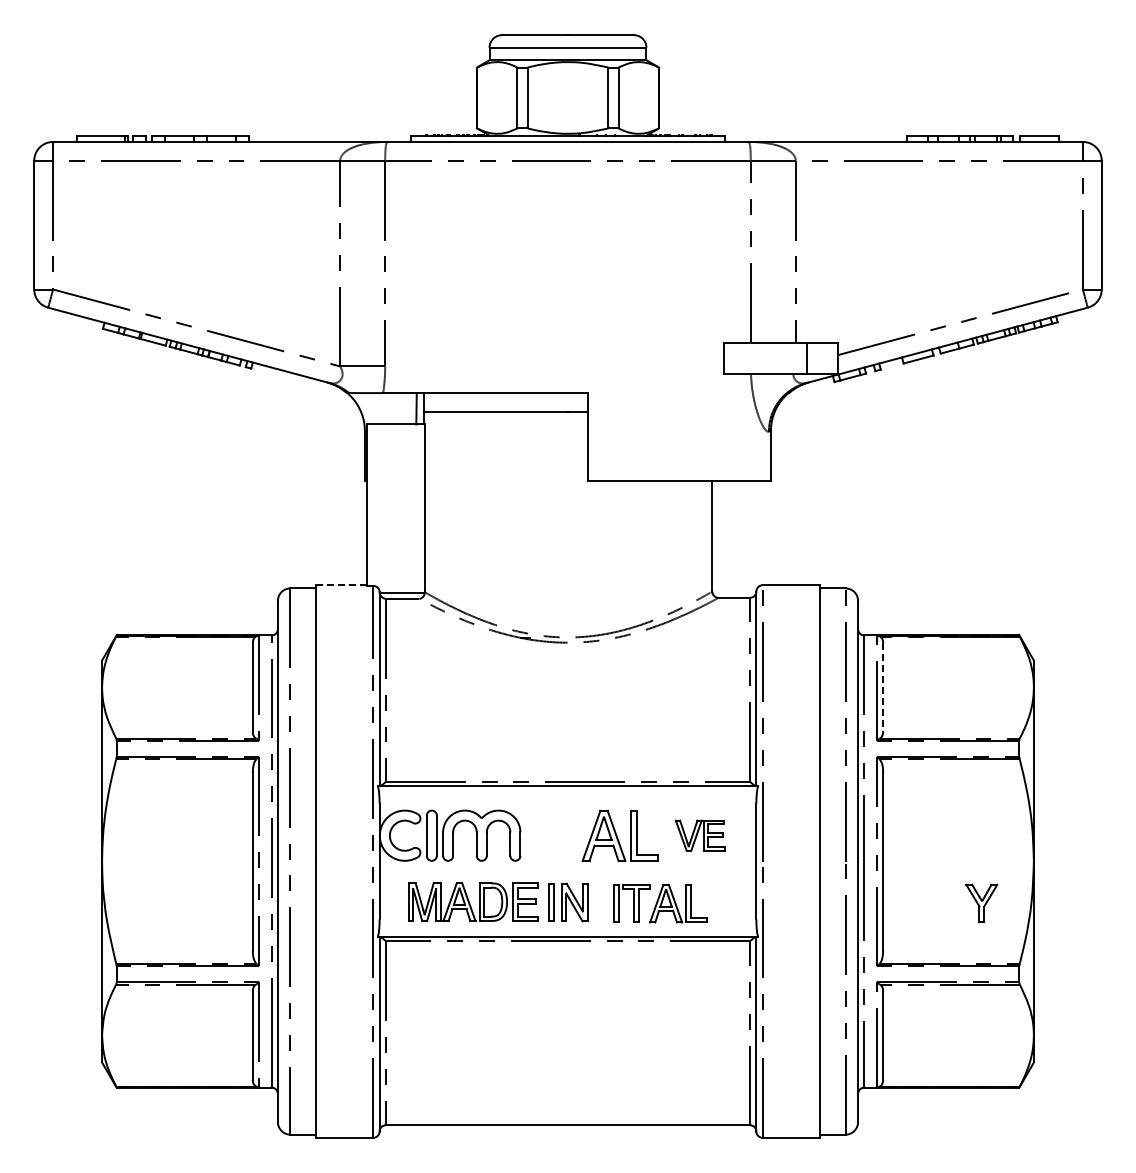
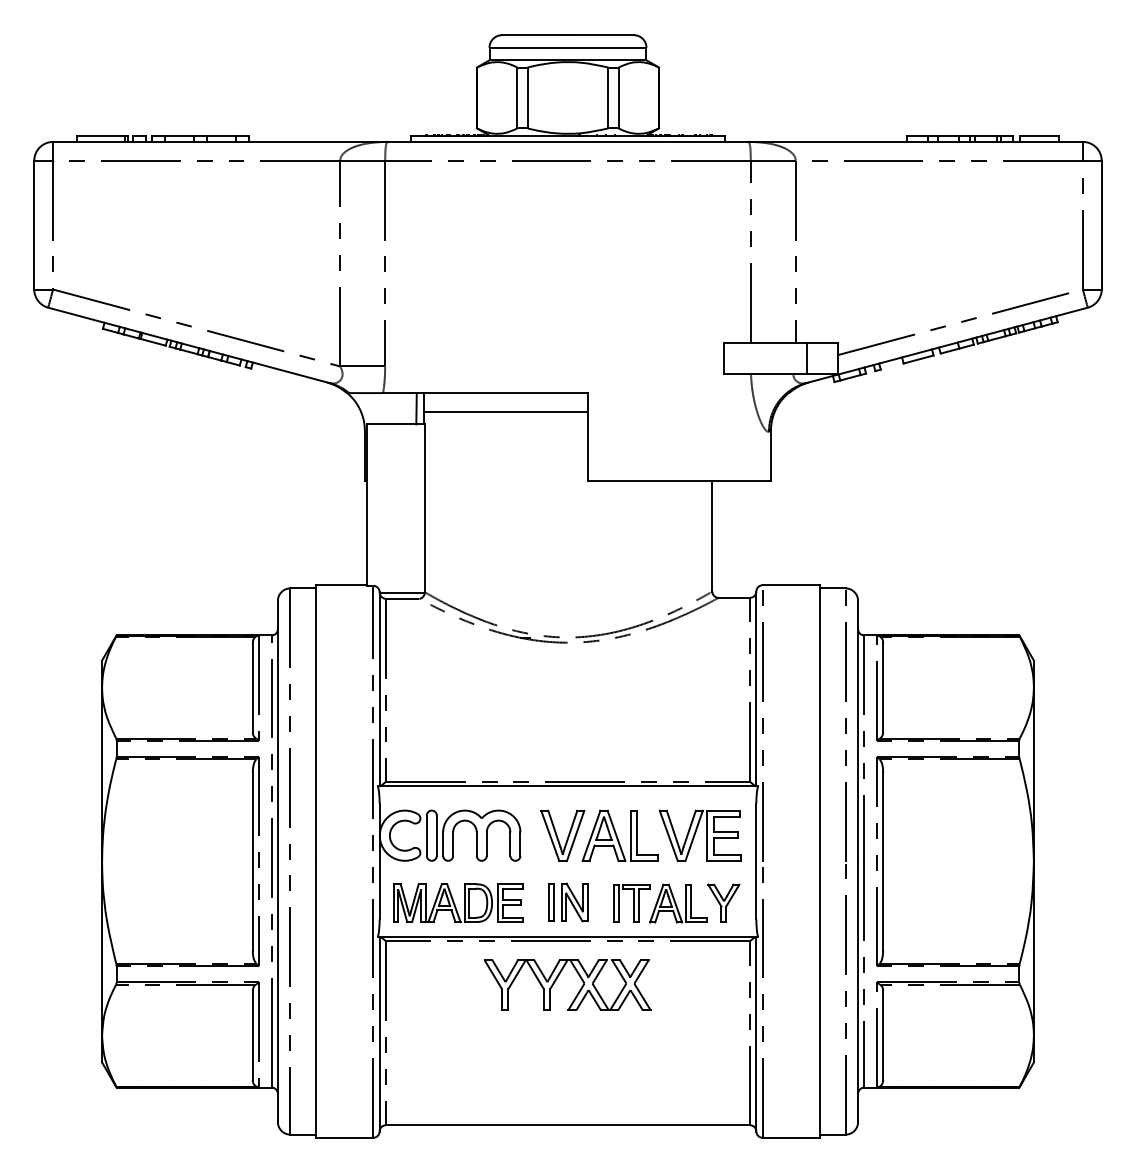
line at (341, 585): dashed -> solid
line at (883, 687): dashed -> solid
part at (562, 835): none -> present
part at (699, 835) size: 52x33 px -> 84x53 px
part at (473, 901) position: (473, 901) -> (458, 902)
part at (981, 902) position: (981, 902) -> (723, 902)
part at (557, 979): none -> present
